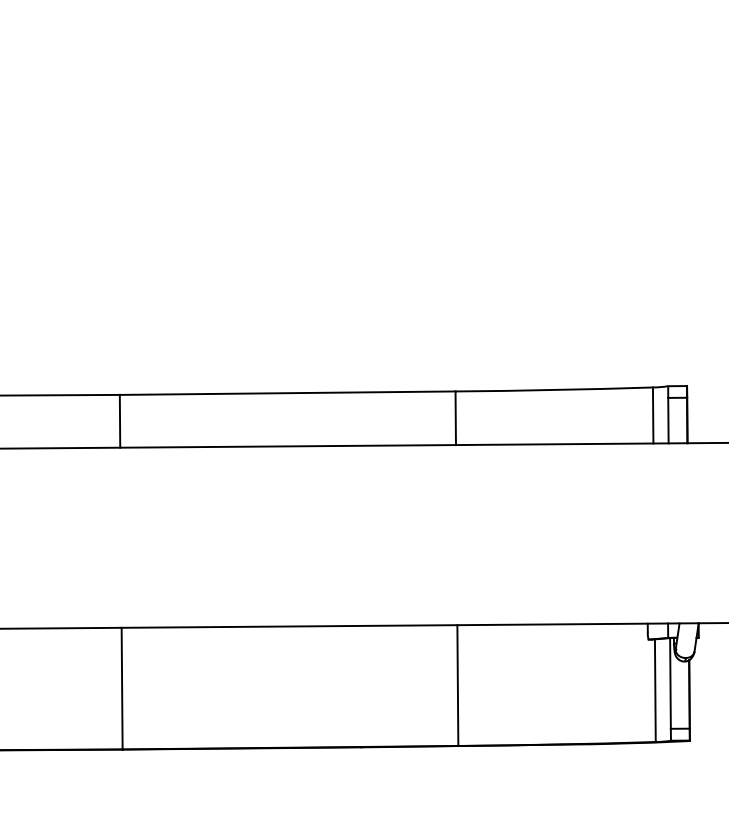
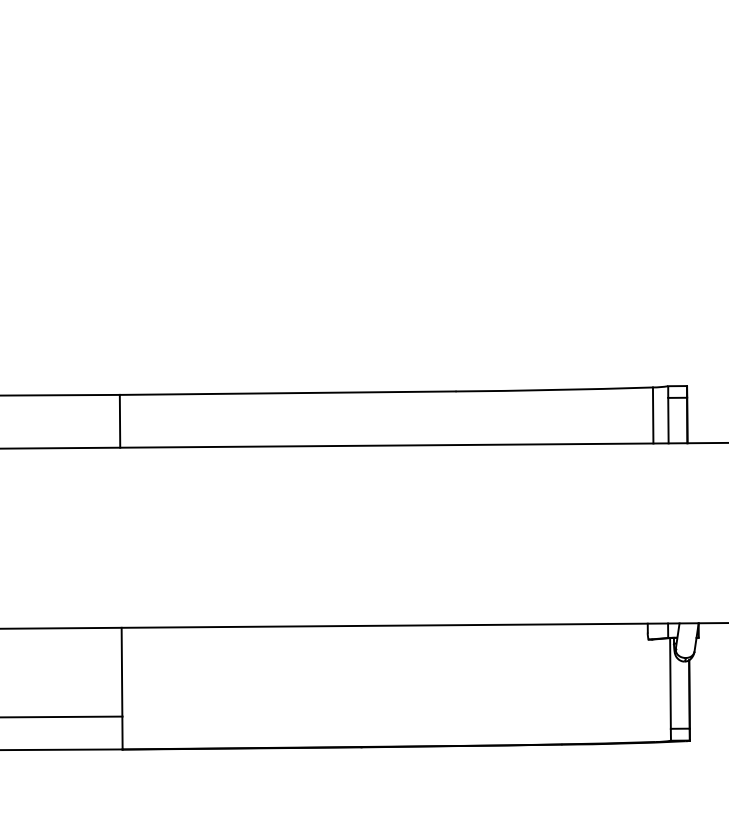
line at (455, 418): present -> none
line at (457, 685): present -> none
line at (654, 690): present -> none
line at (62, 749) position: (62, 749) -> (62, 716)
